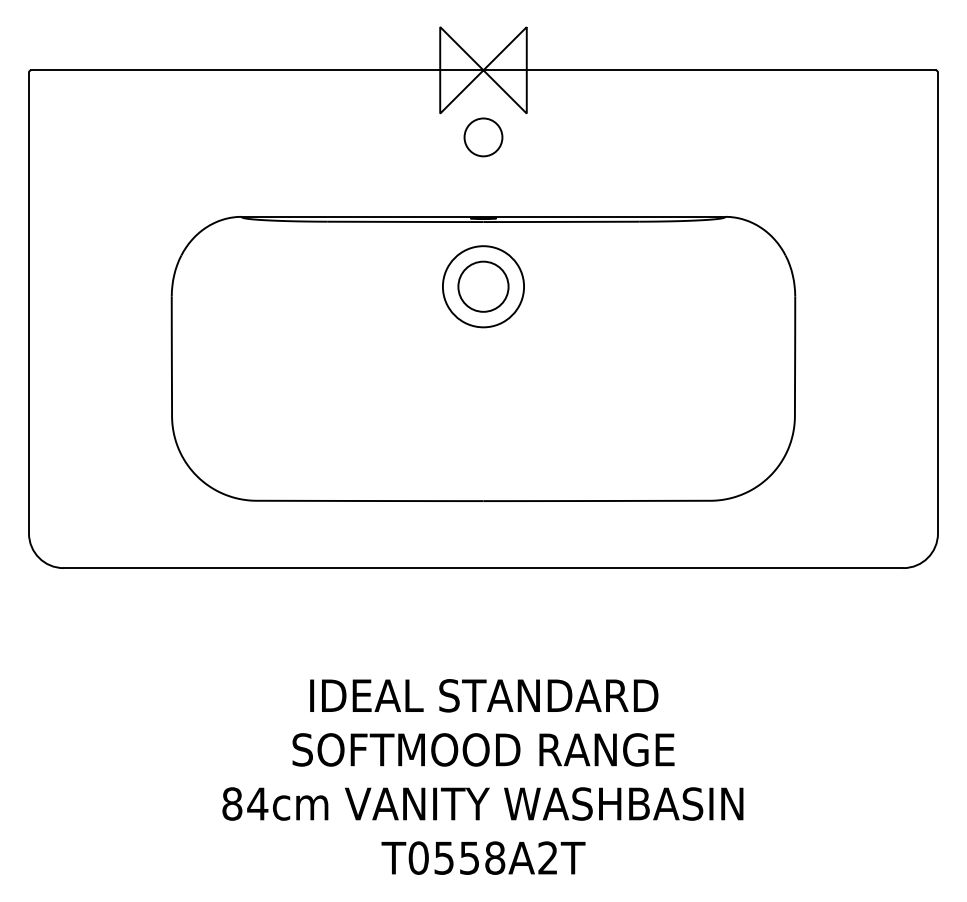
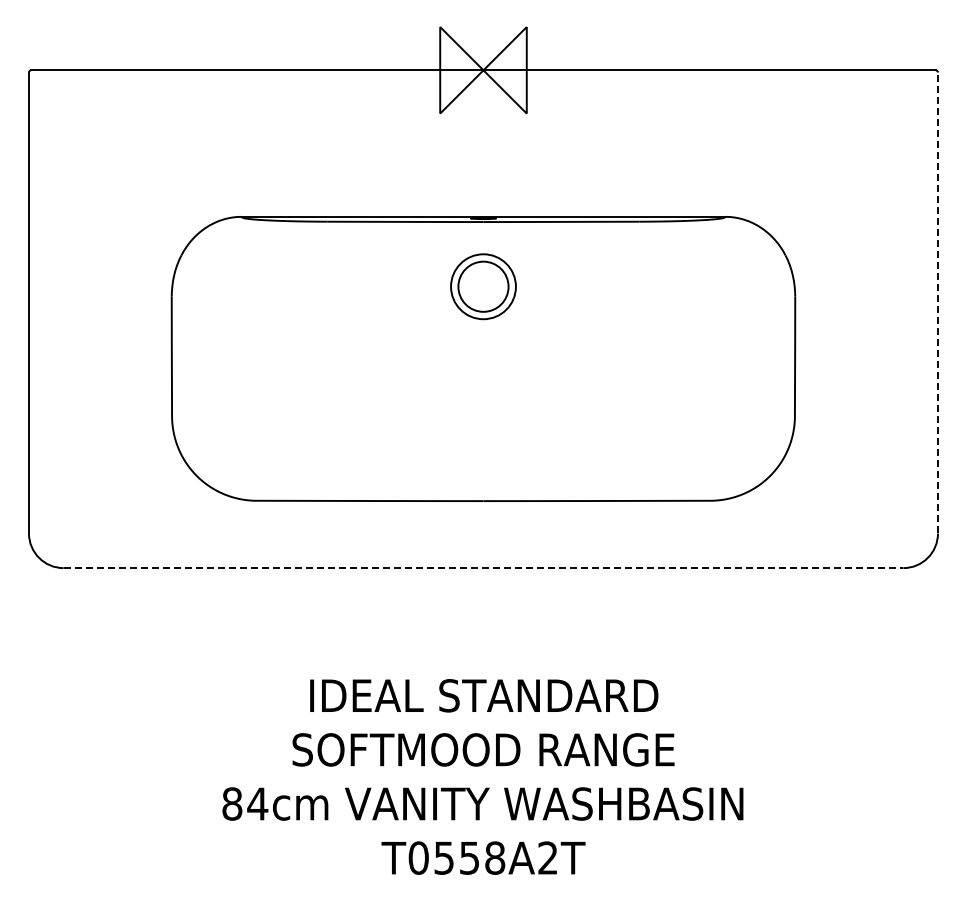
circle at (483, 137): present -> none
circle at (483, 286) diameter: 81 px -> 65 px
line at (937, 302): solid -> dashed
line at (483, 568): solid -> dashed
